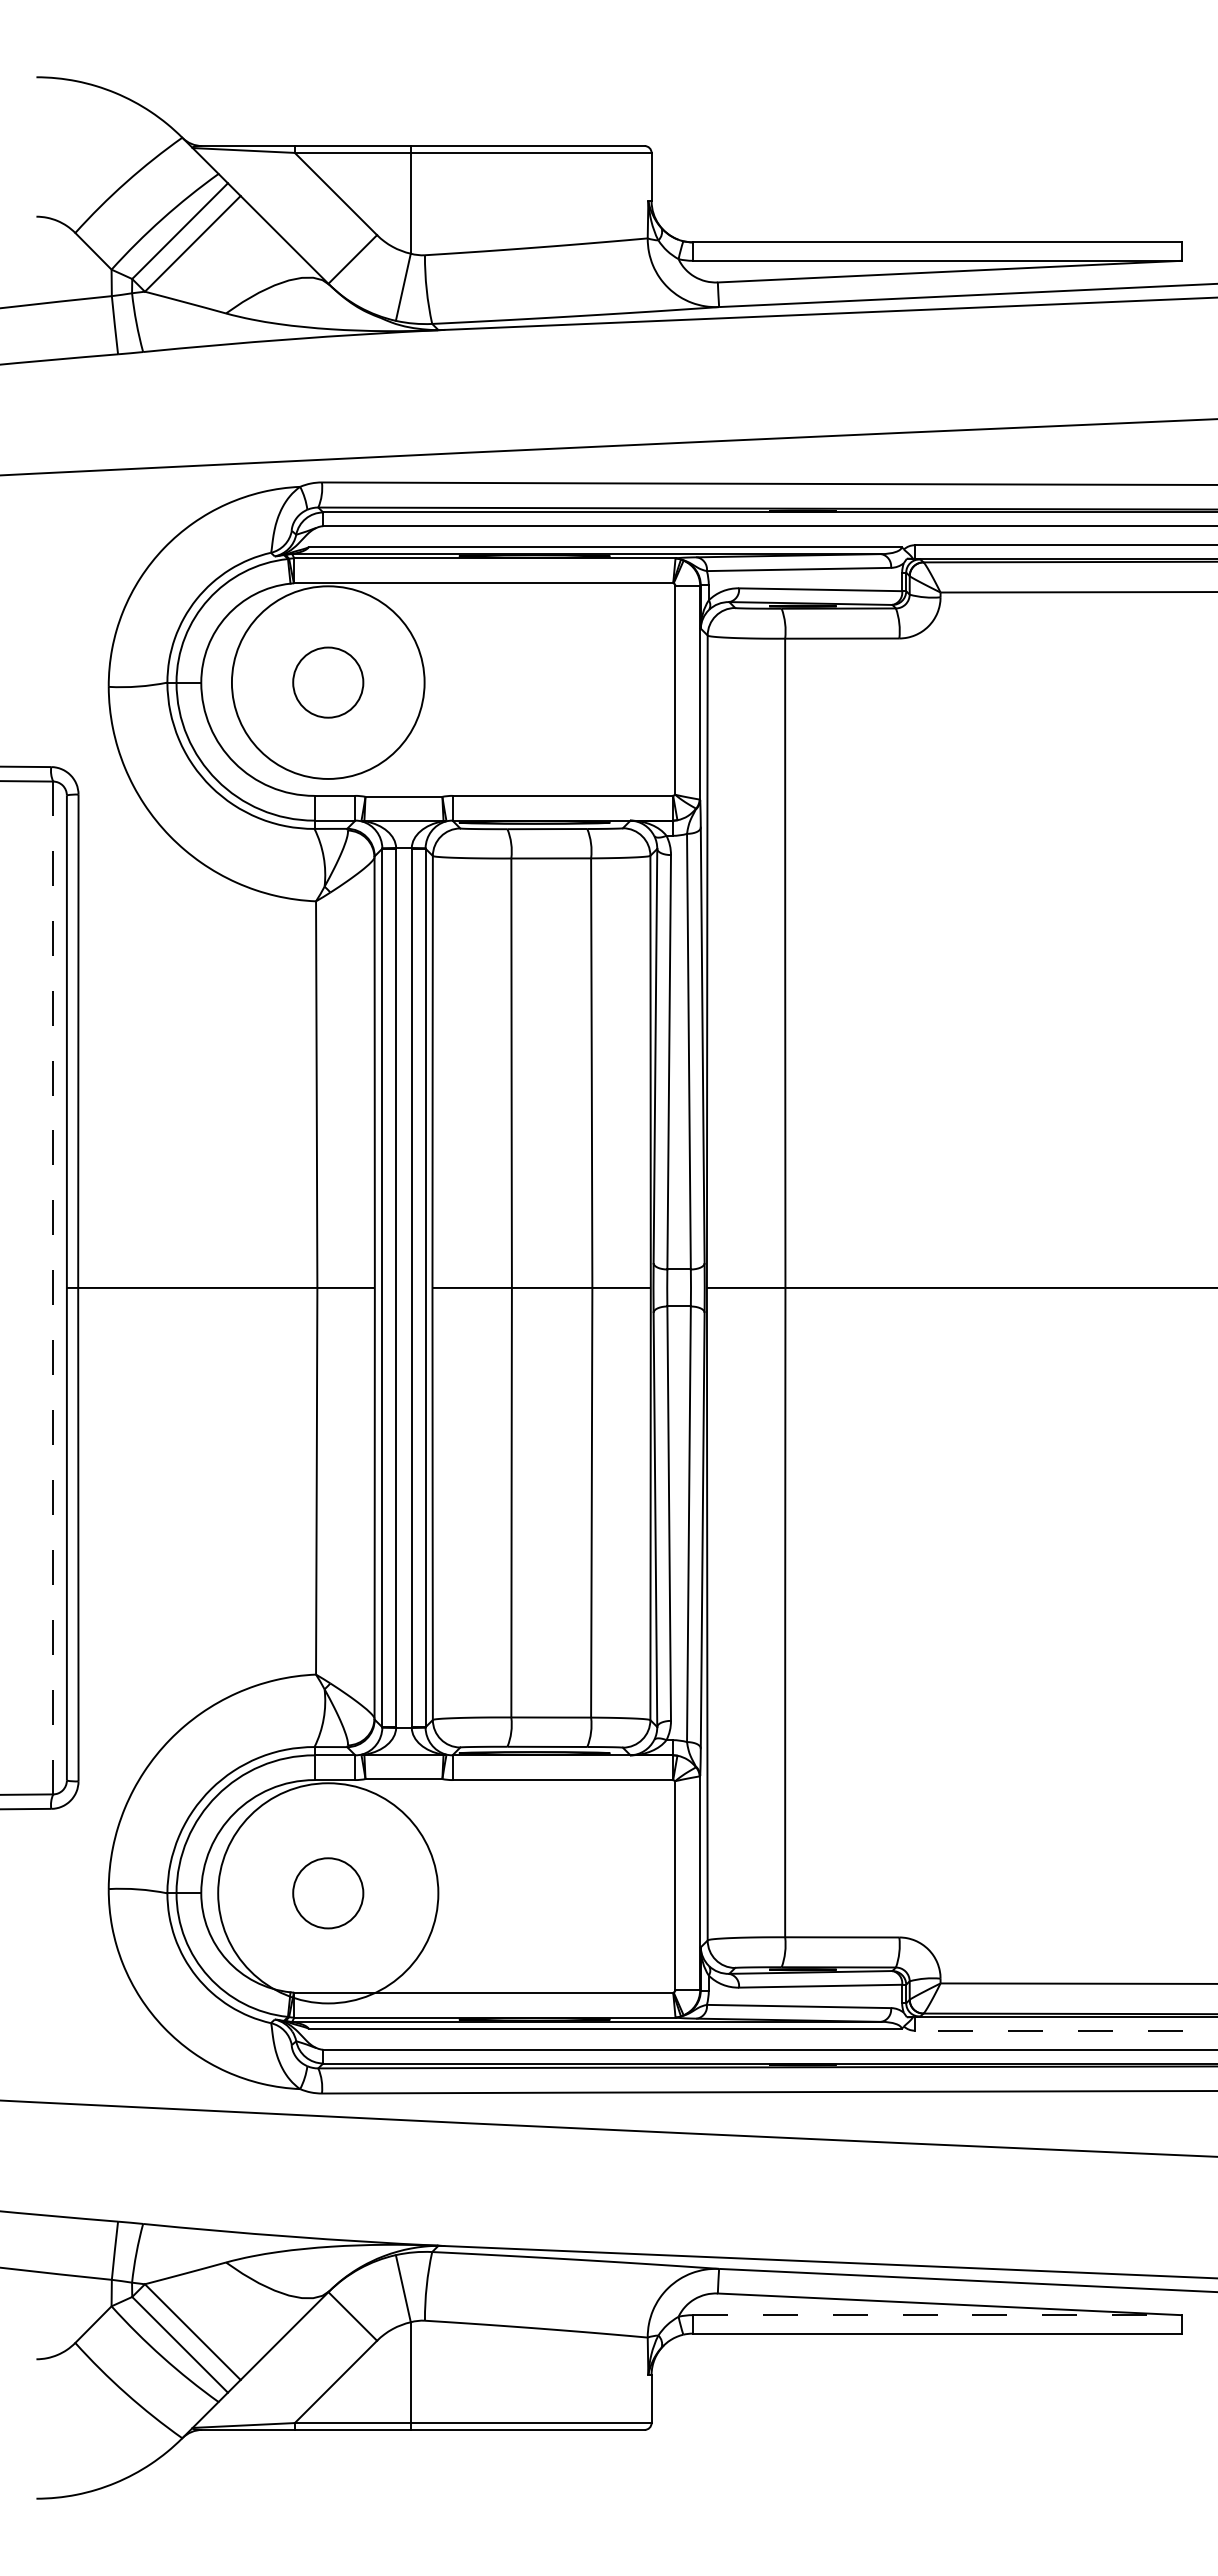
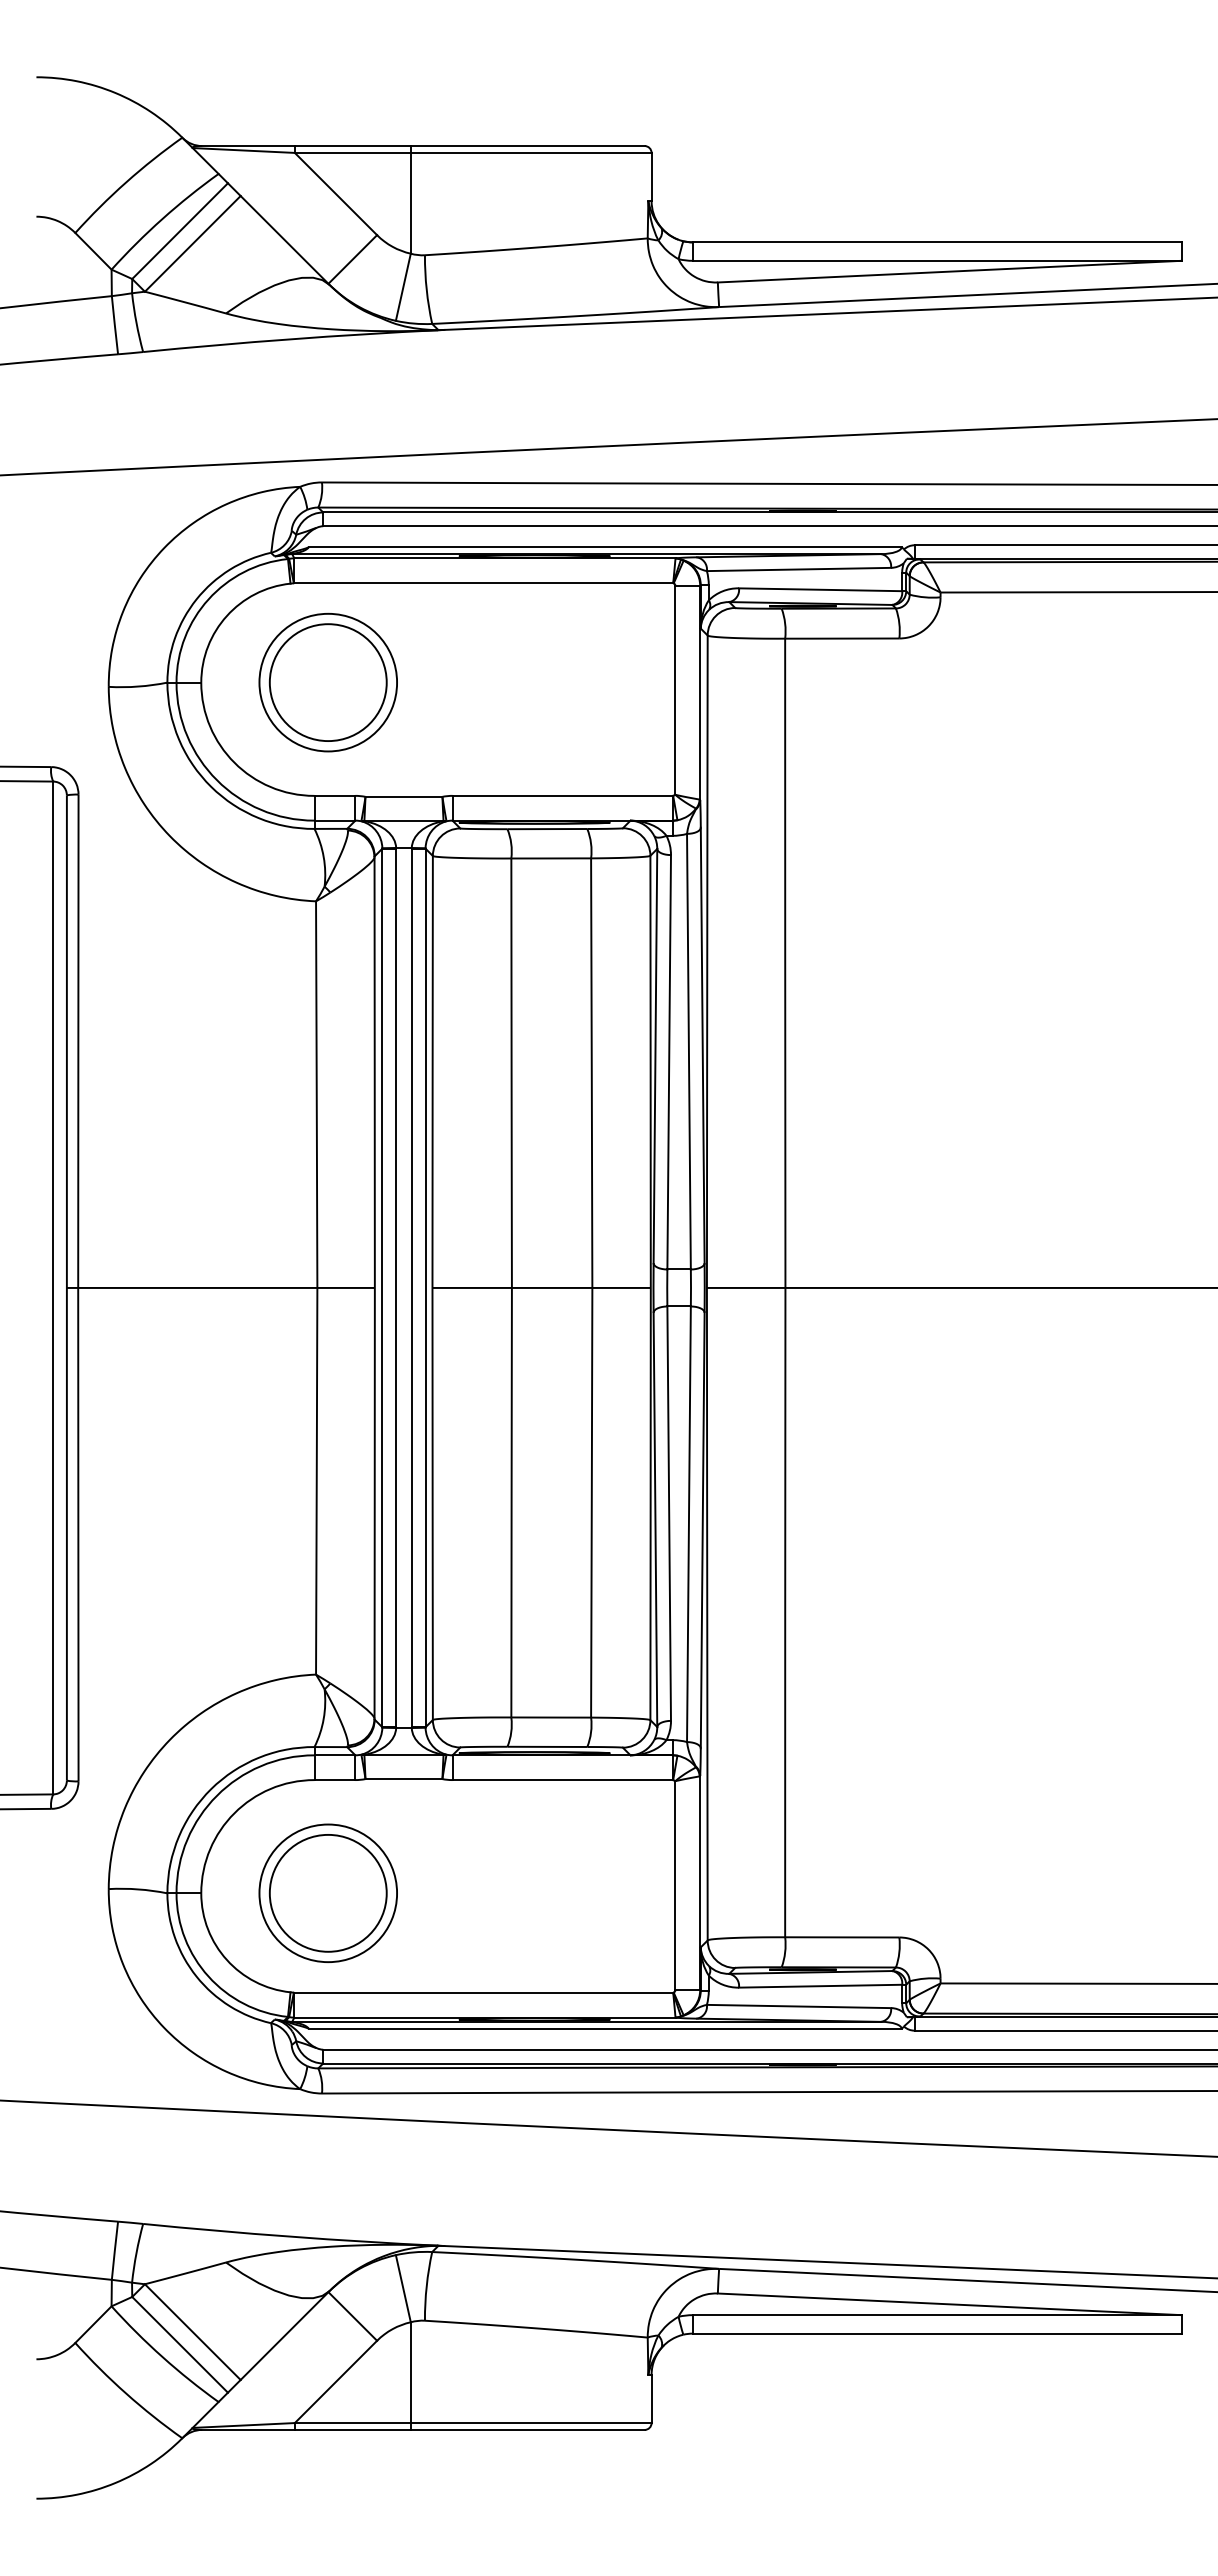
circle at (327, 682) diameter: 193 px -> 138 px
circle at (328, 682) diameter: 70 px -> 117 px
line at (53, 1287): dashed -> solid
circle at (328, 1893) diameter: 220 px -> 138 px
circle at (328, 1893) diameter: 70 px -> 117 px
line at (1065, 2030): dashed -> solid
line at (937, 2315): dashed -> solid
